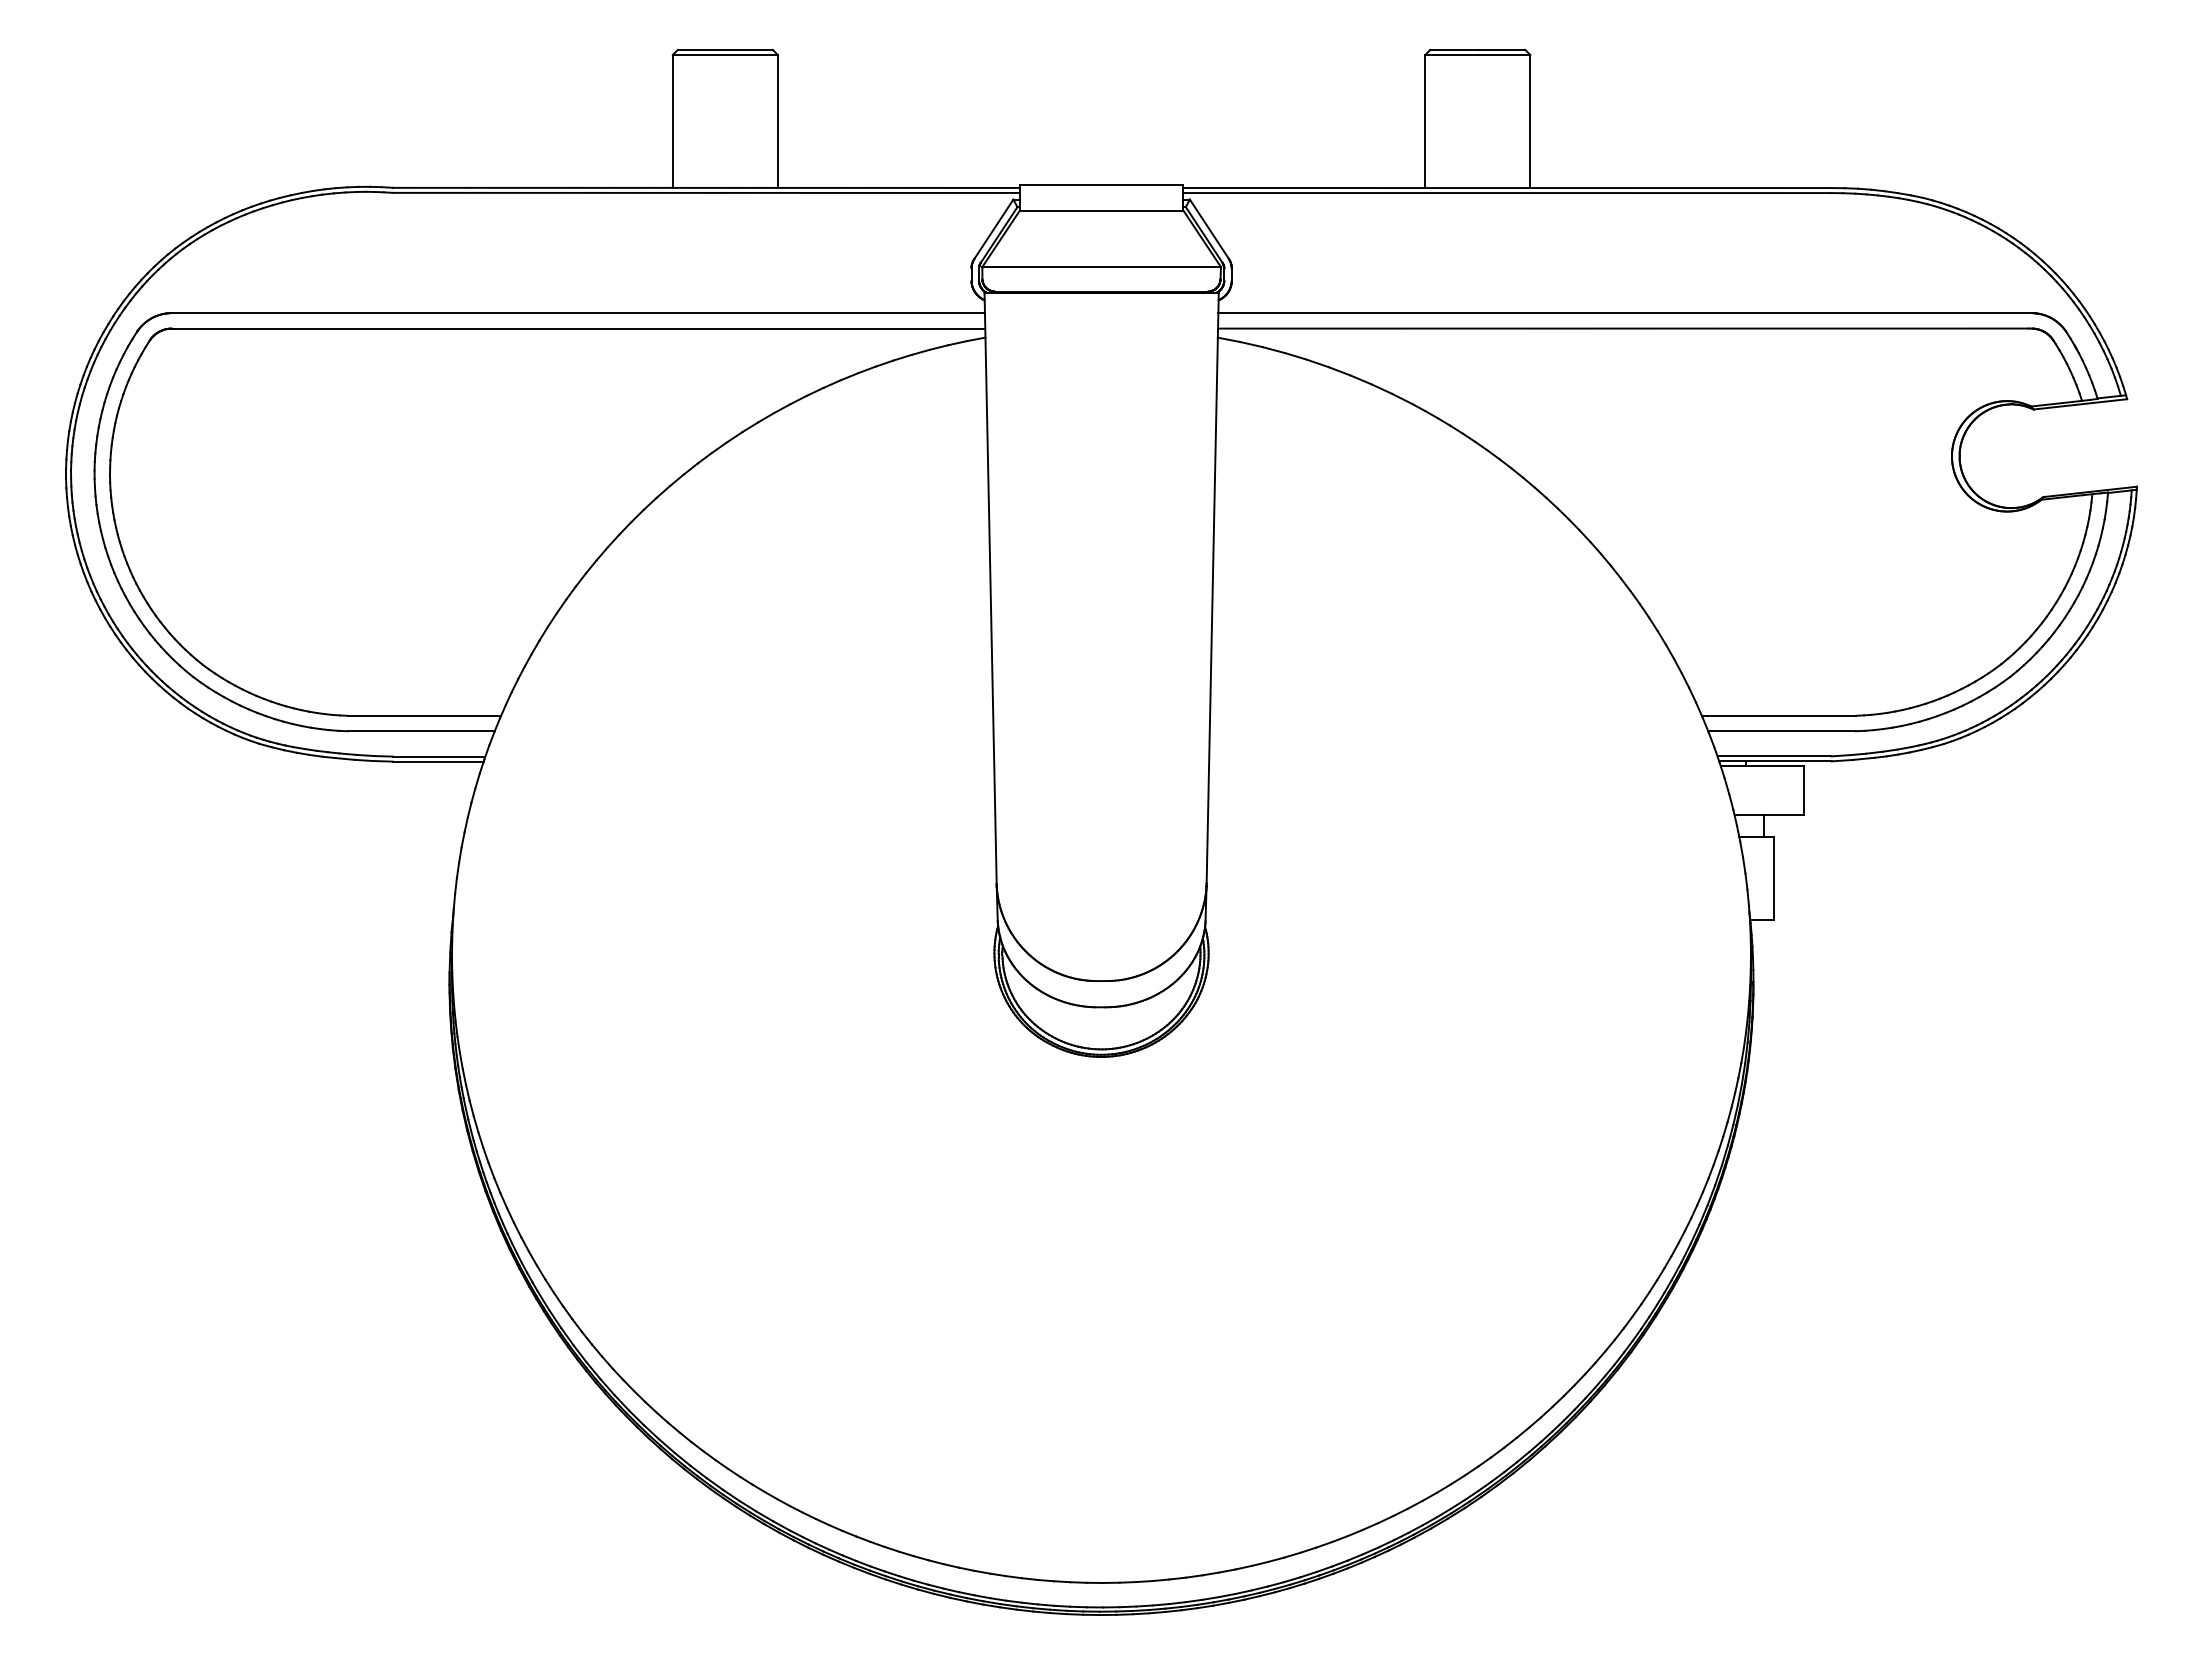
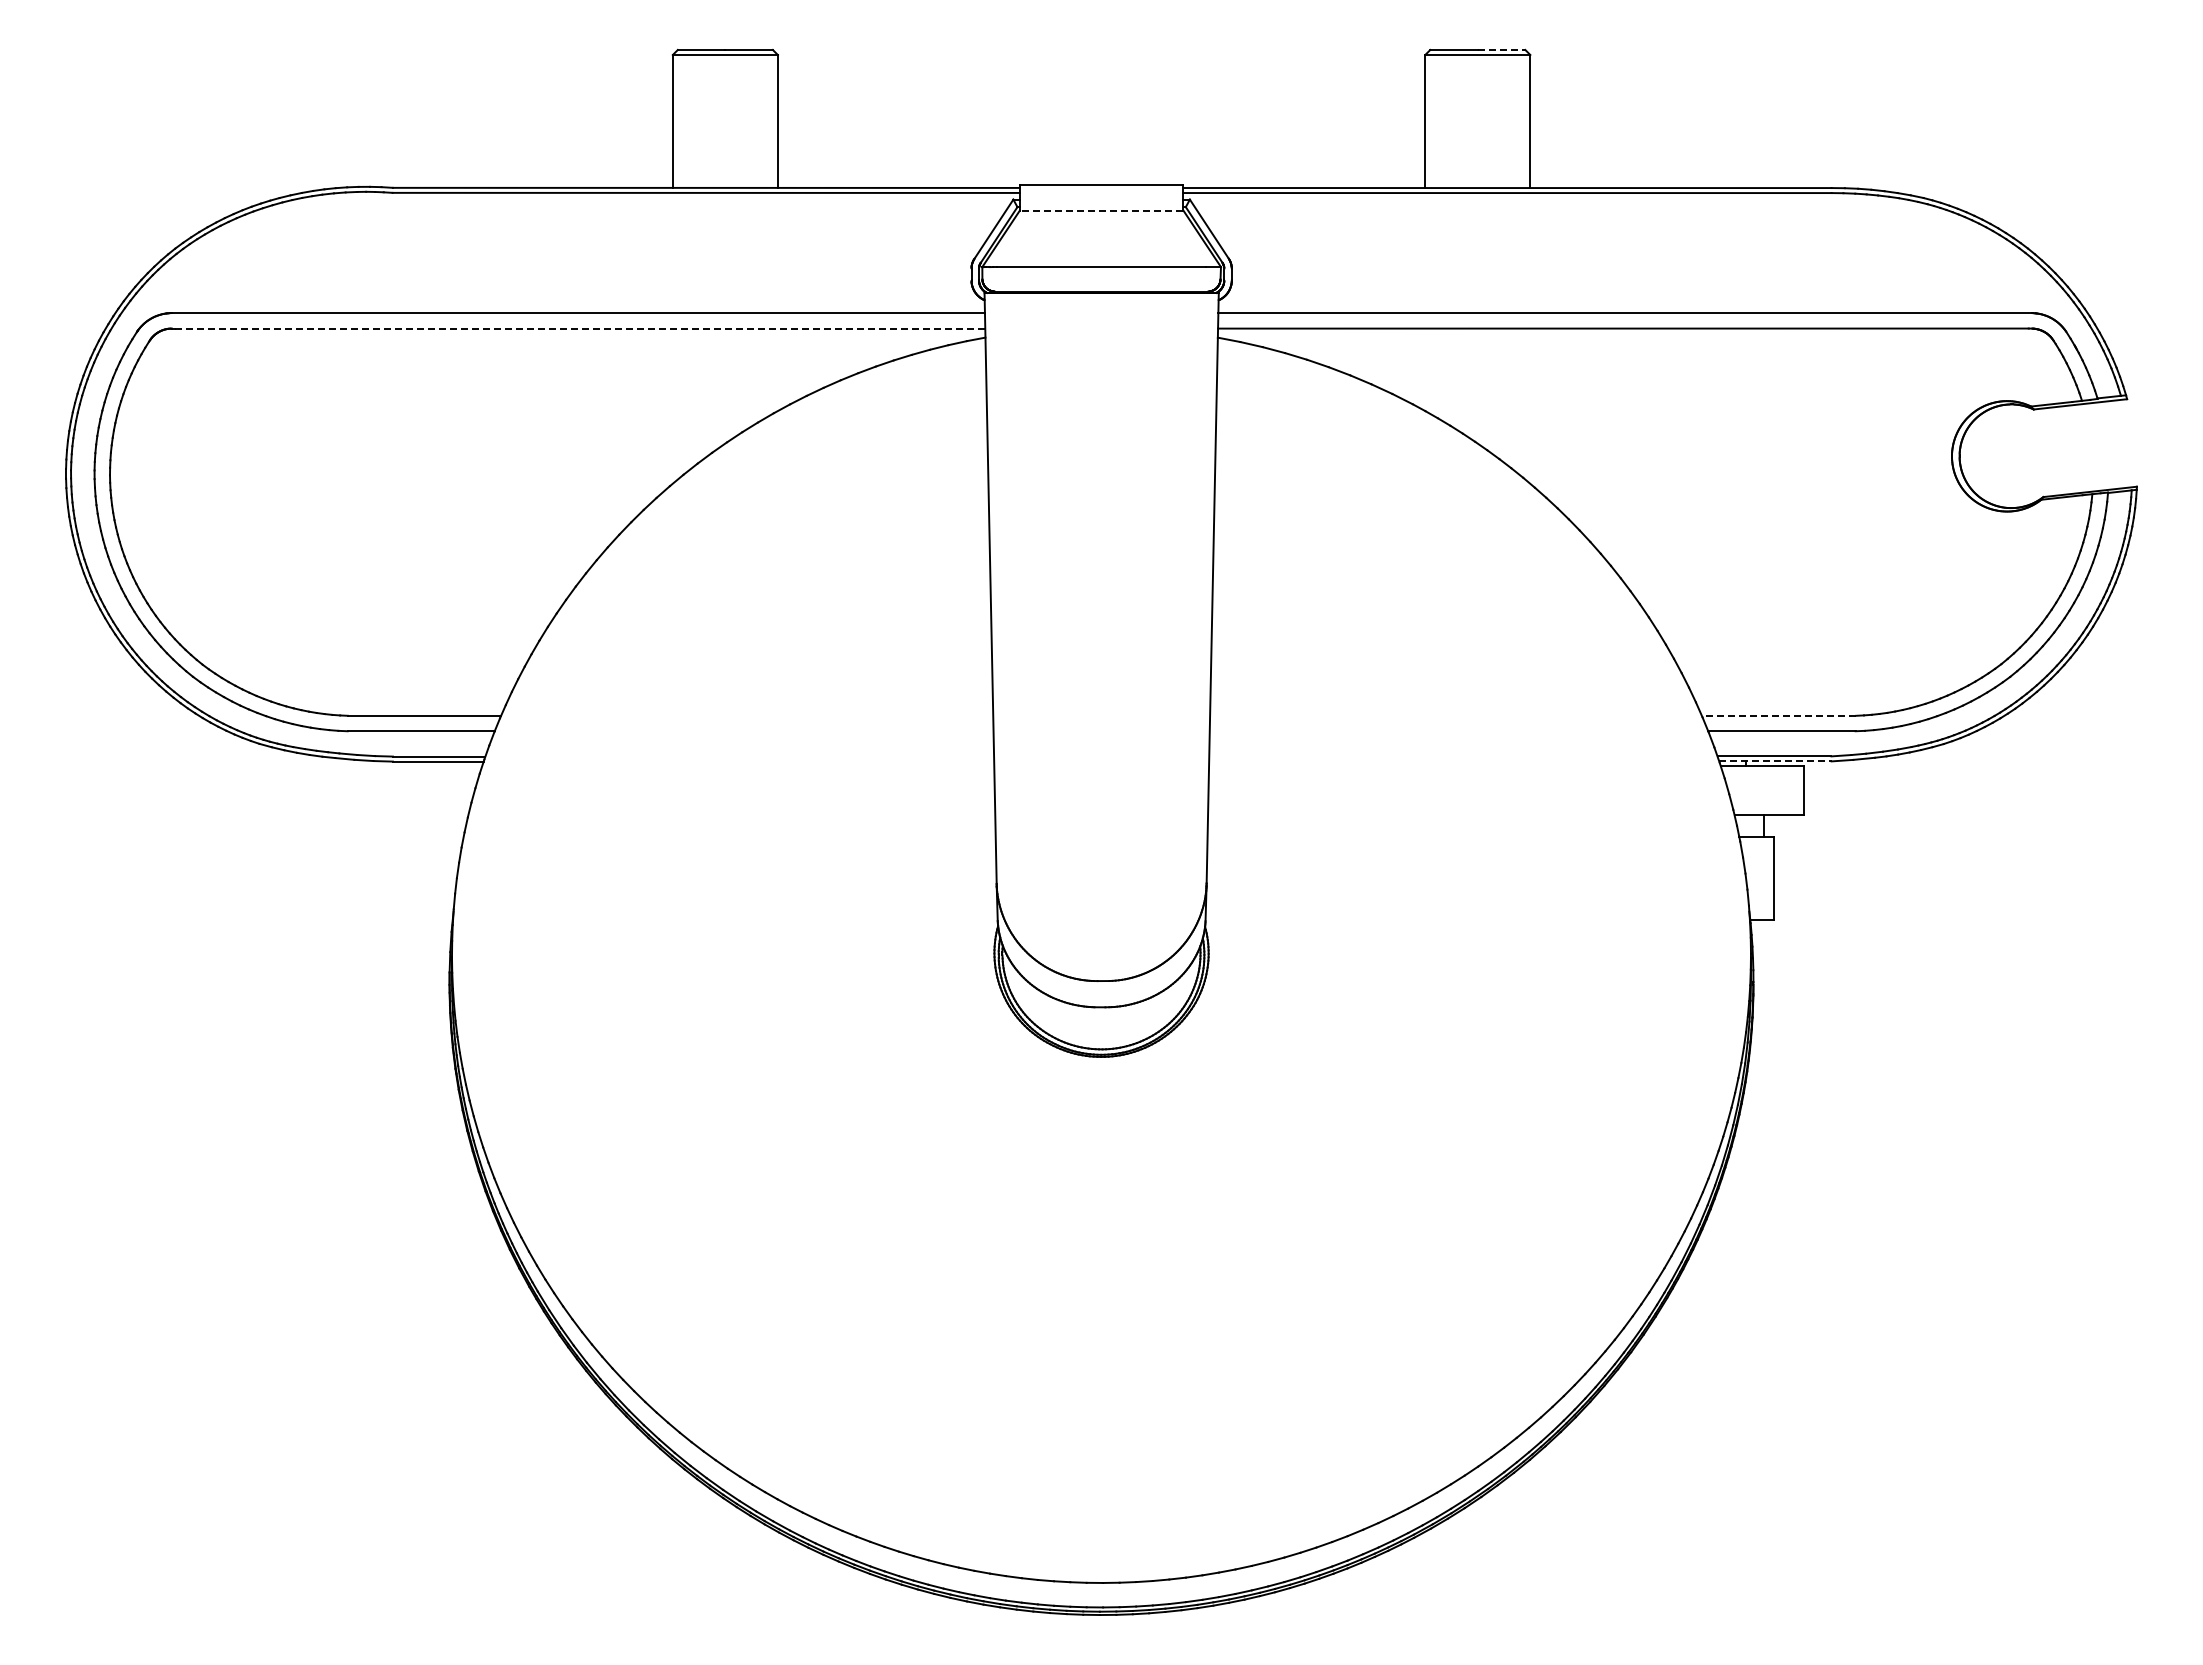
line at (1501, 49): solid -> dashed
line at (1101, 210): solid -> dashed
line at (580, 328): solid -> dashed
line at (1778, 715): solid -> dashed
line at (1775, 761): solid -> dashed
